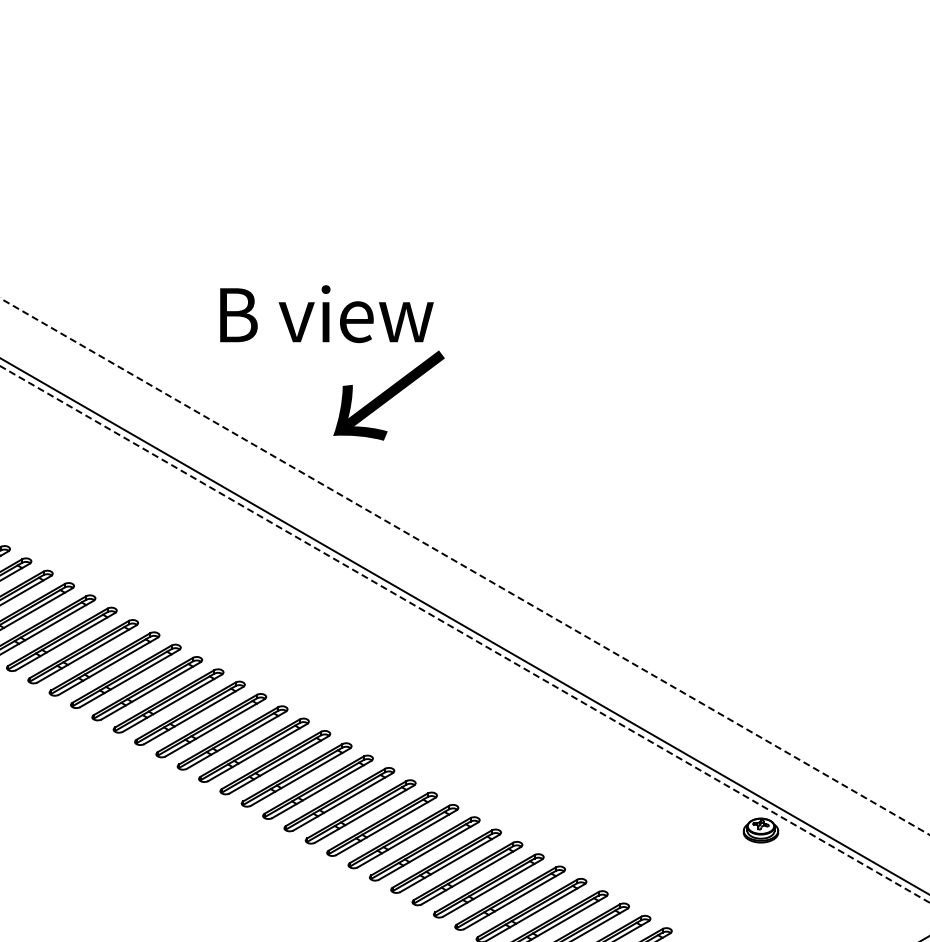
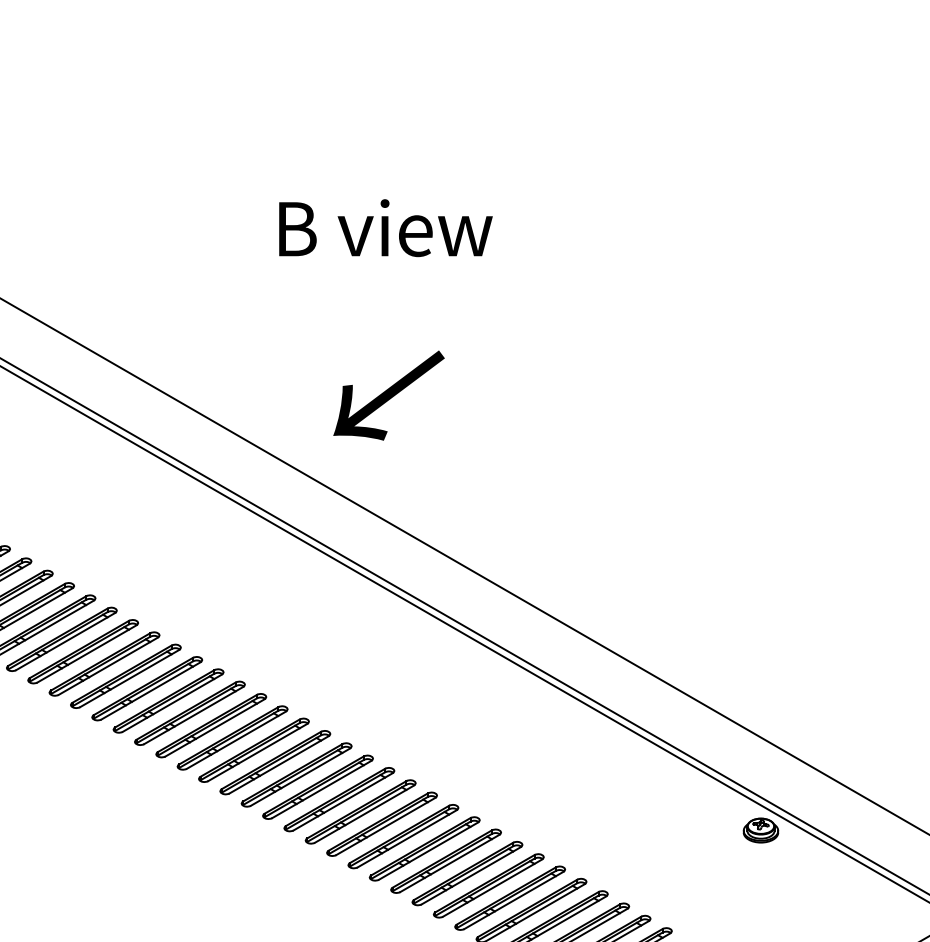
text at (326, 314) position: (326, 314) -> (385, 228)
line at (465, 567): dashed -> solid
line at (464, 634): dashed -> solid
